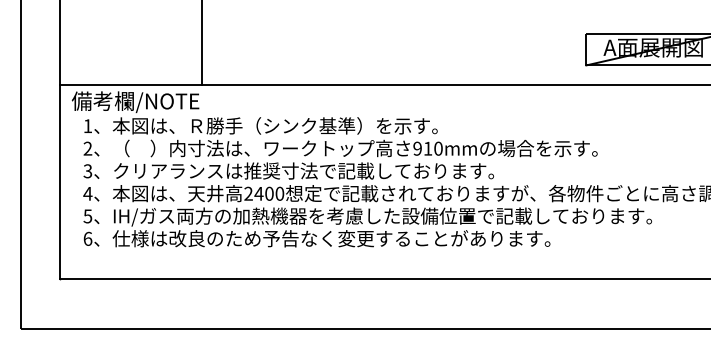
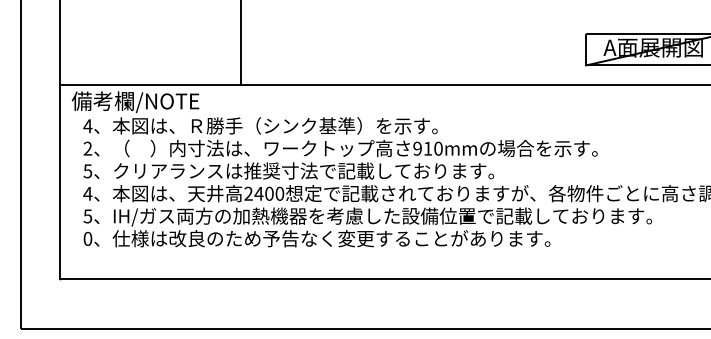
line at (201, 43) position: (201, 43) -> (240, 43)
text at (87, 125): 1 -> 4
text at (88, 170): 3 -> 5
text at (87, 238): 6 -> 0
